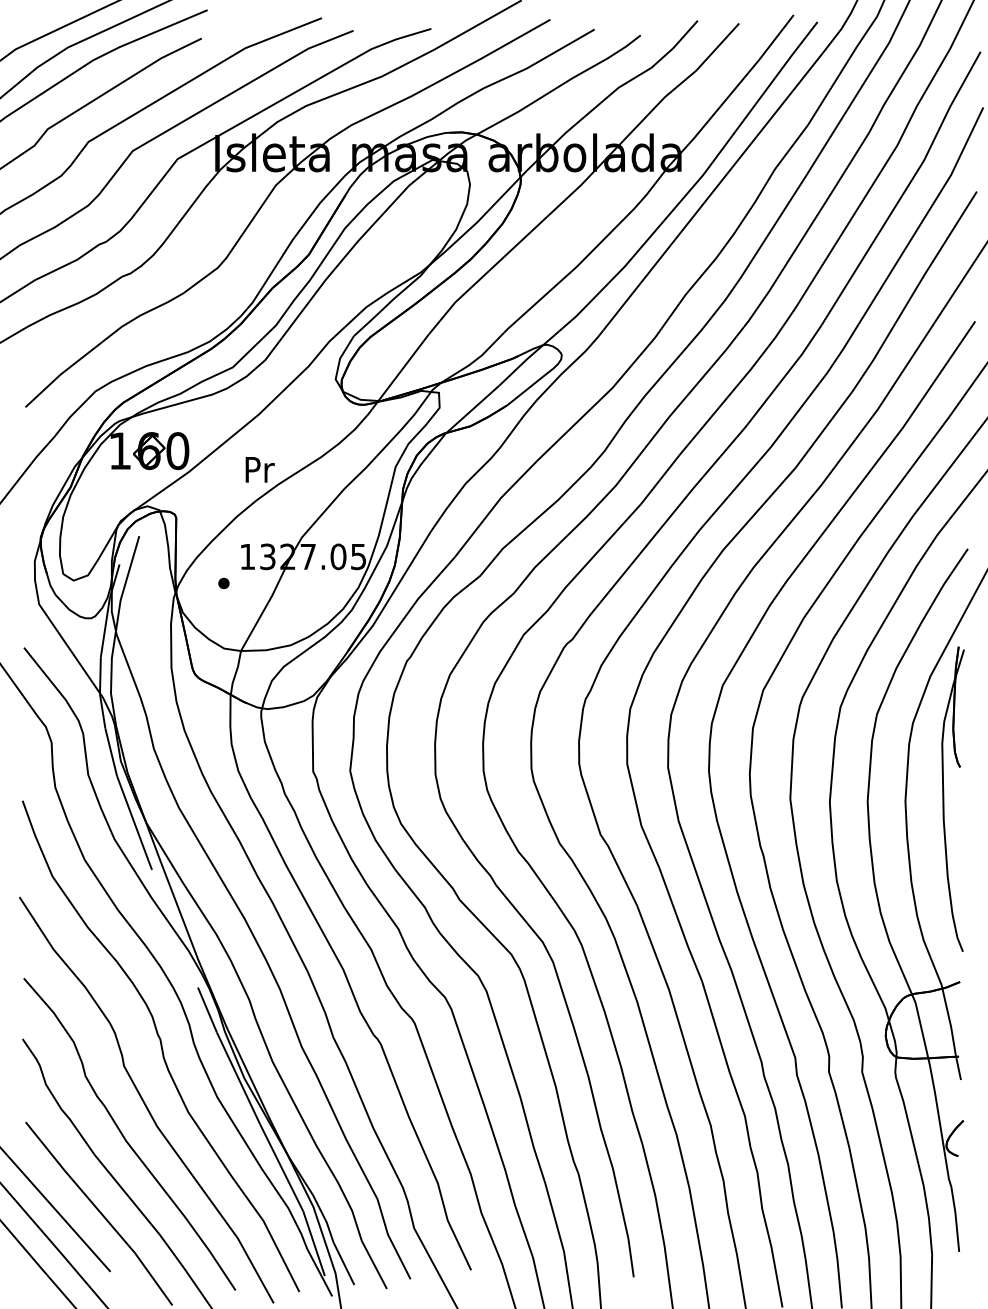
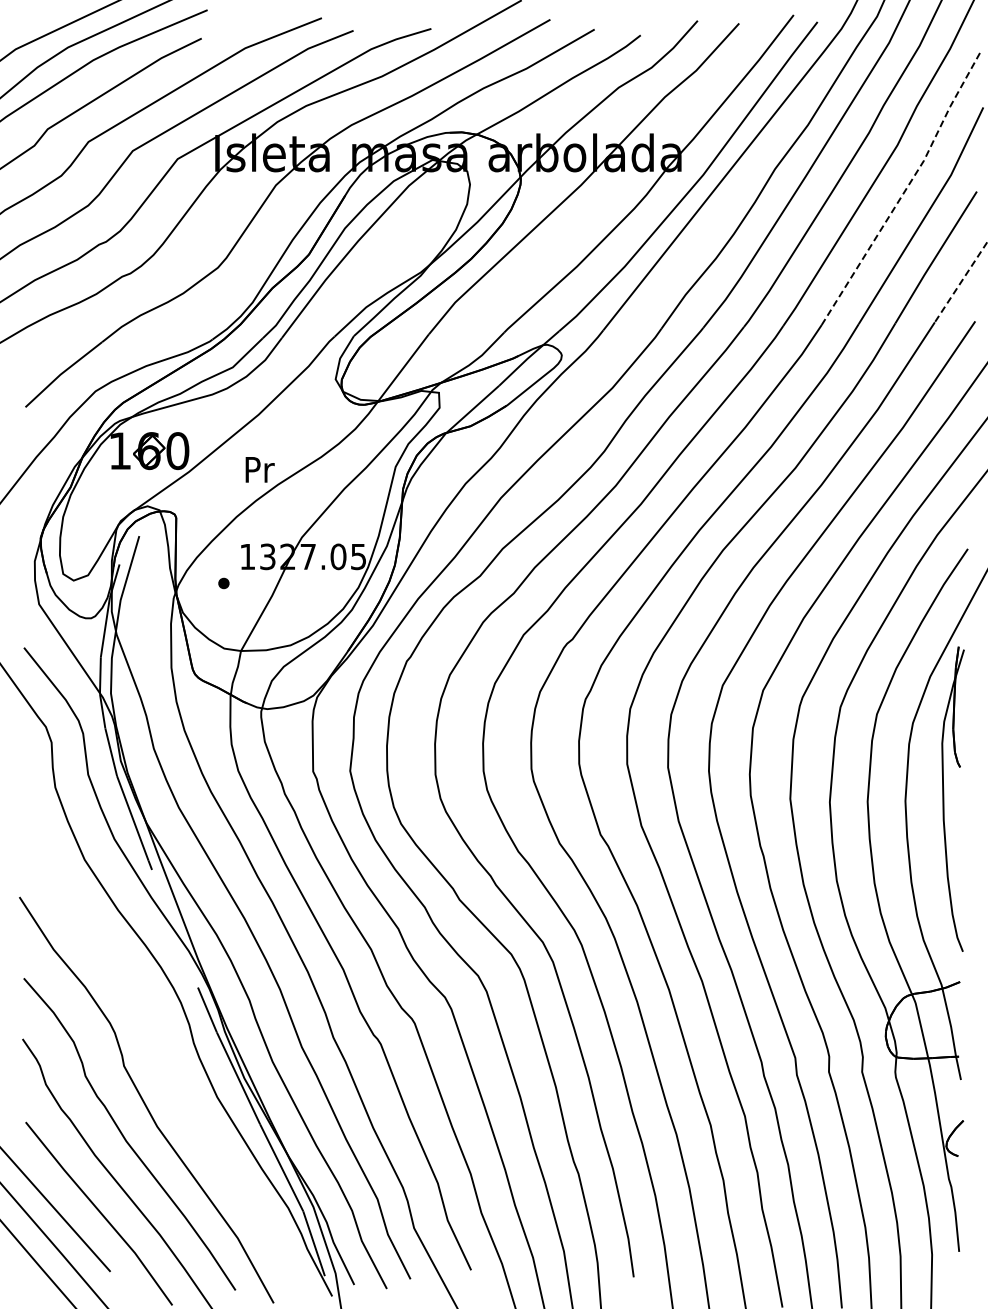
line at (906, 189): solid -> dashed
line at (961, 282): solid -> dashed
curve at (161, 1046): present -> none
